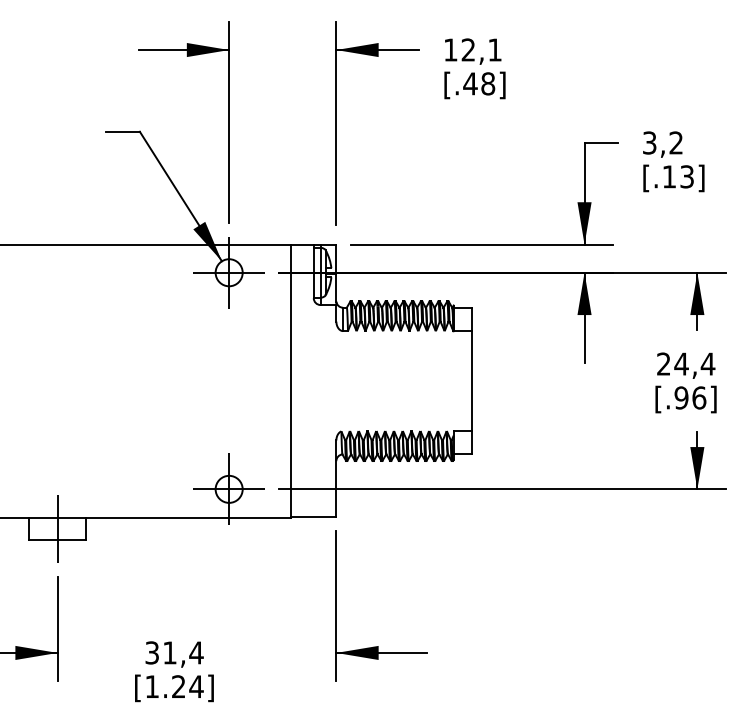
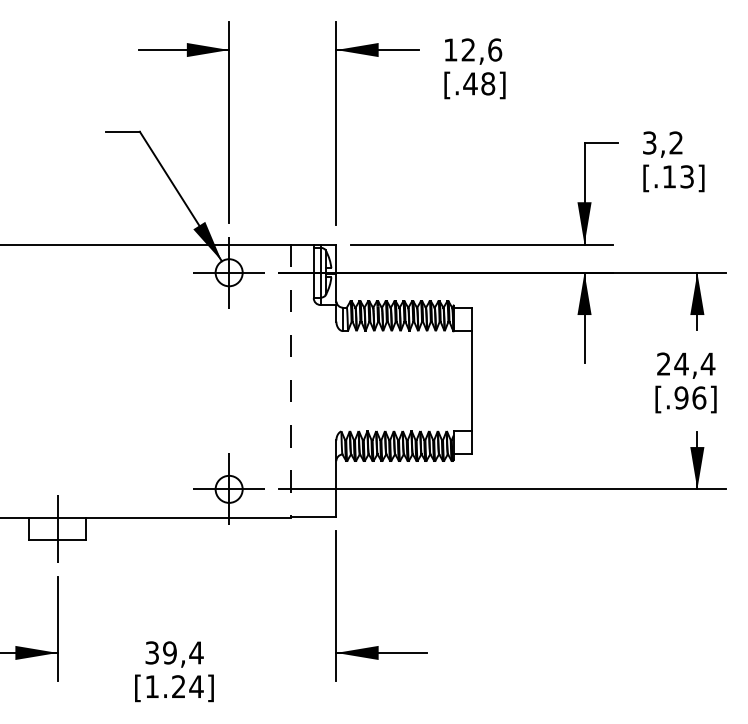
text at (495, 49): 12,1 -> 12,6
line at (291, 381): solid -> dashed
text at (169, 652): 31,4 -> 39,4
